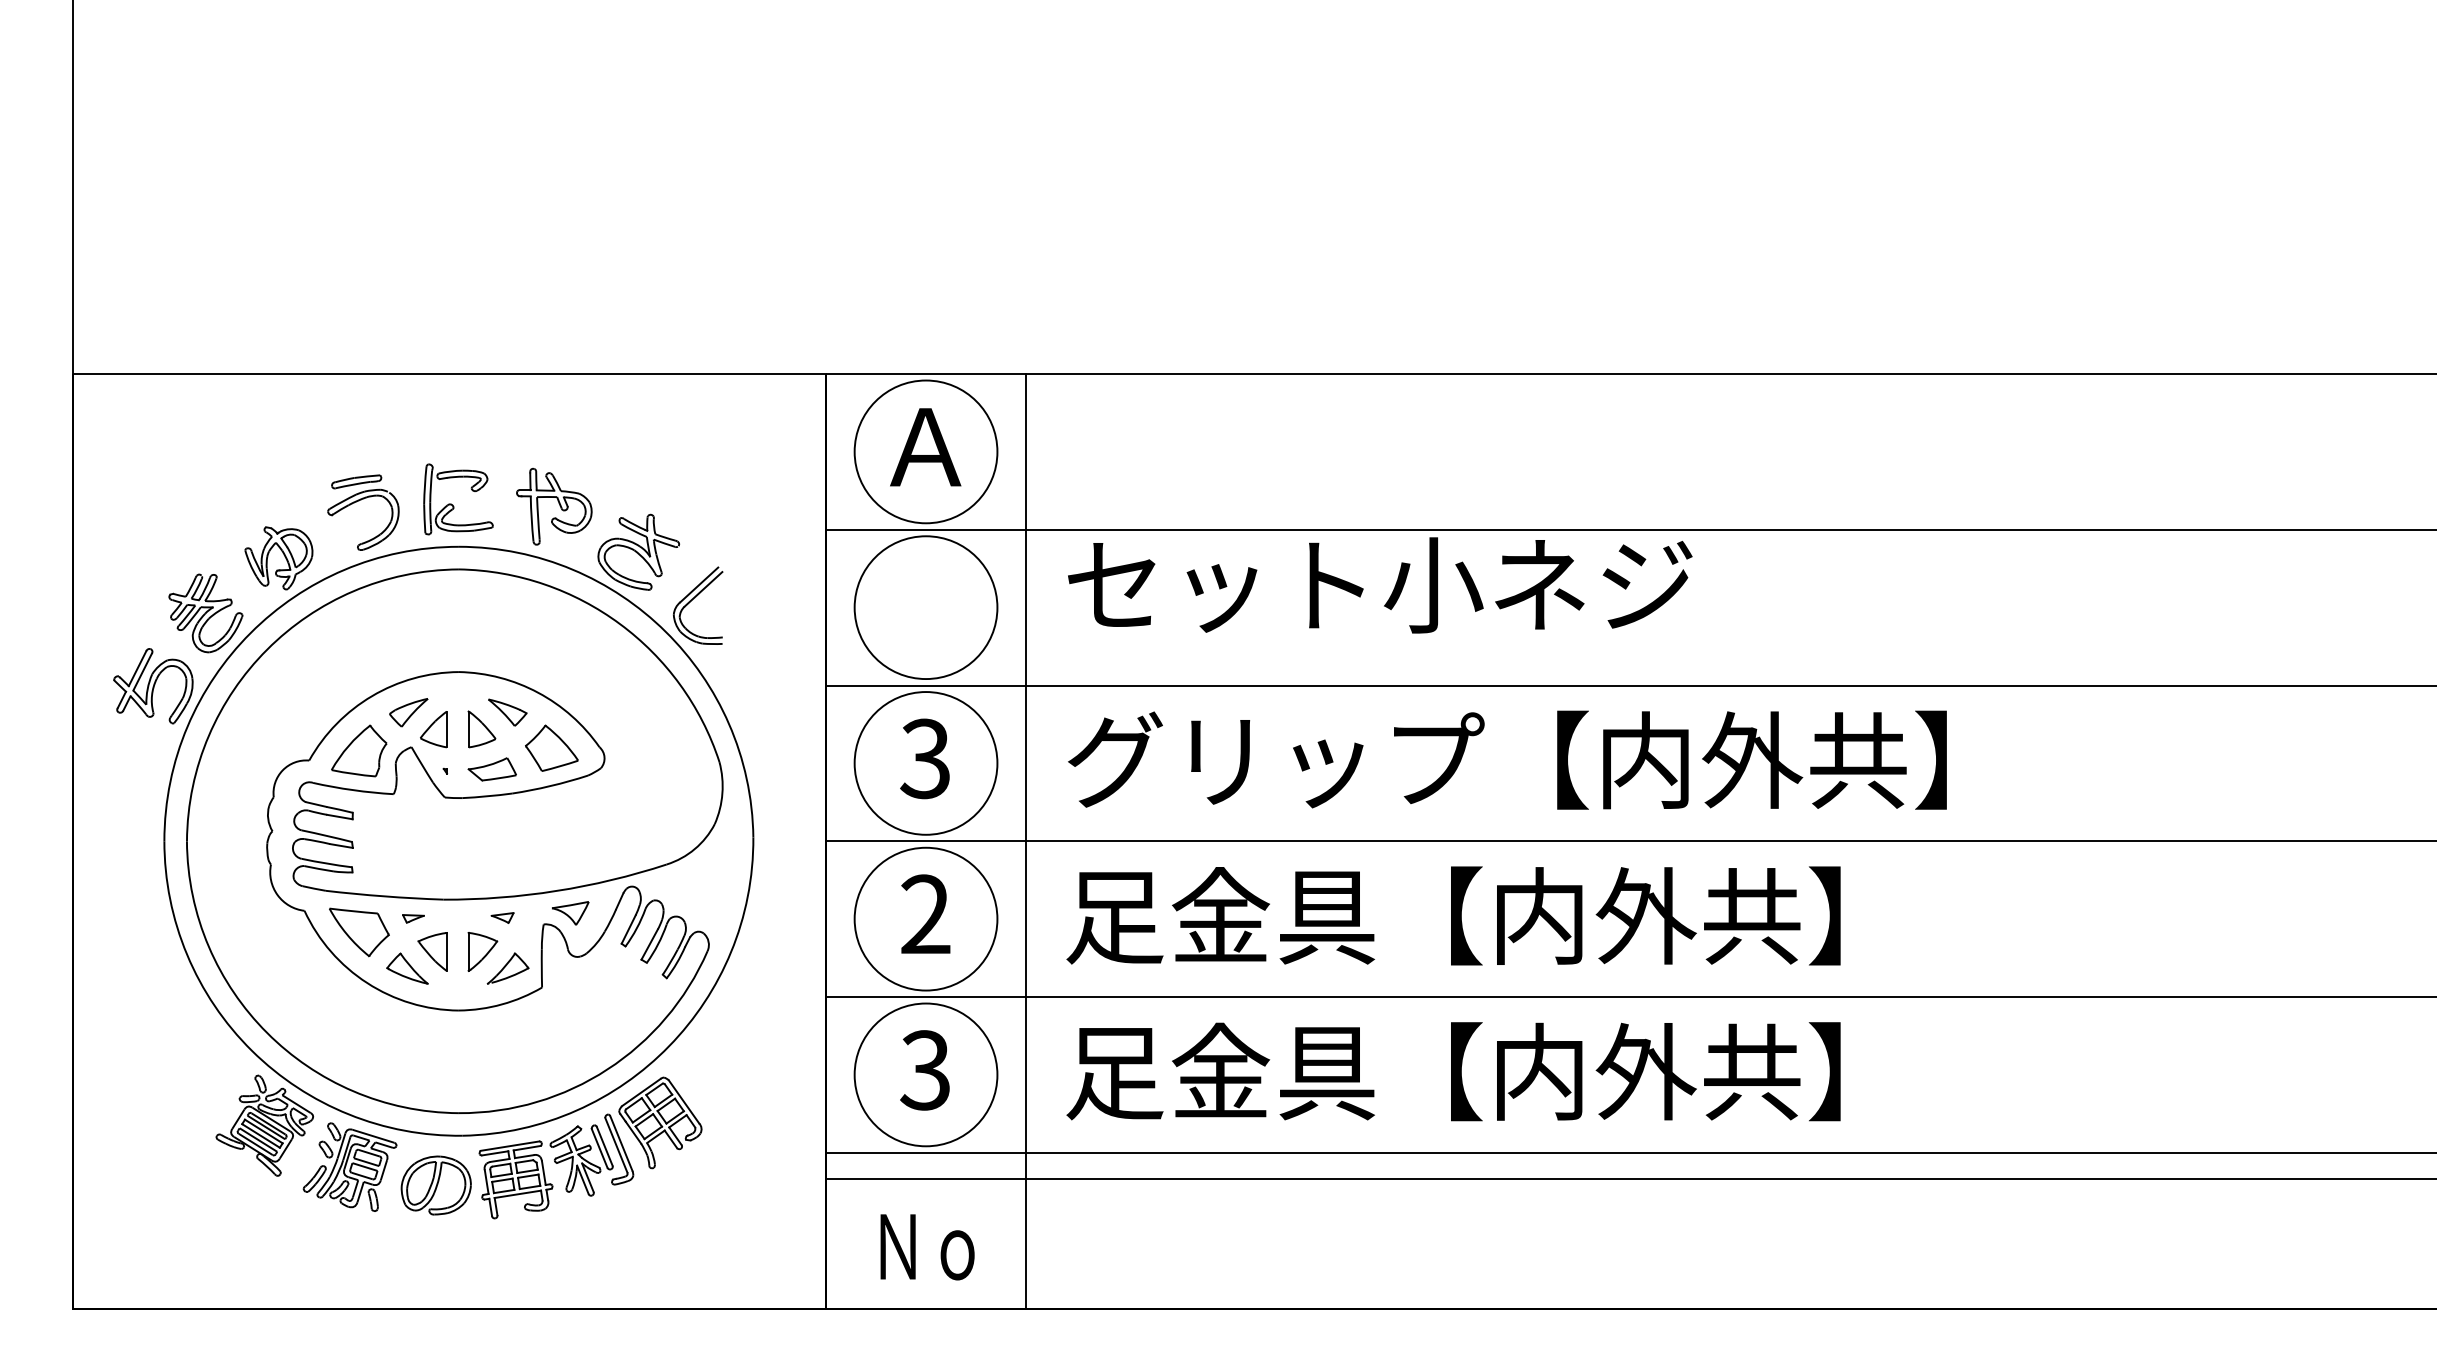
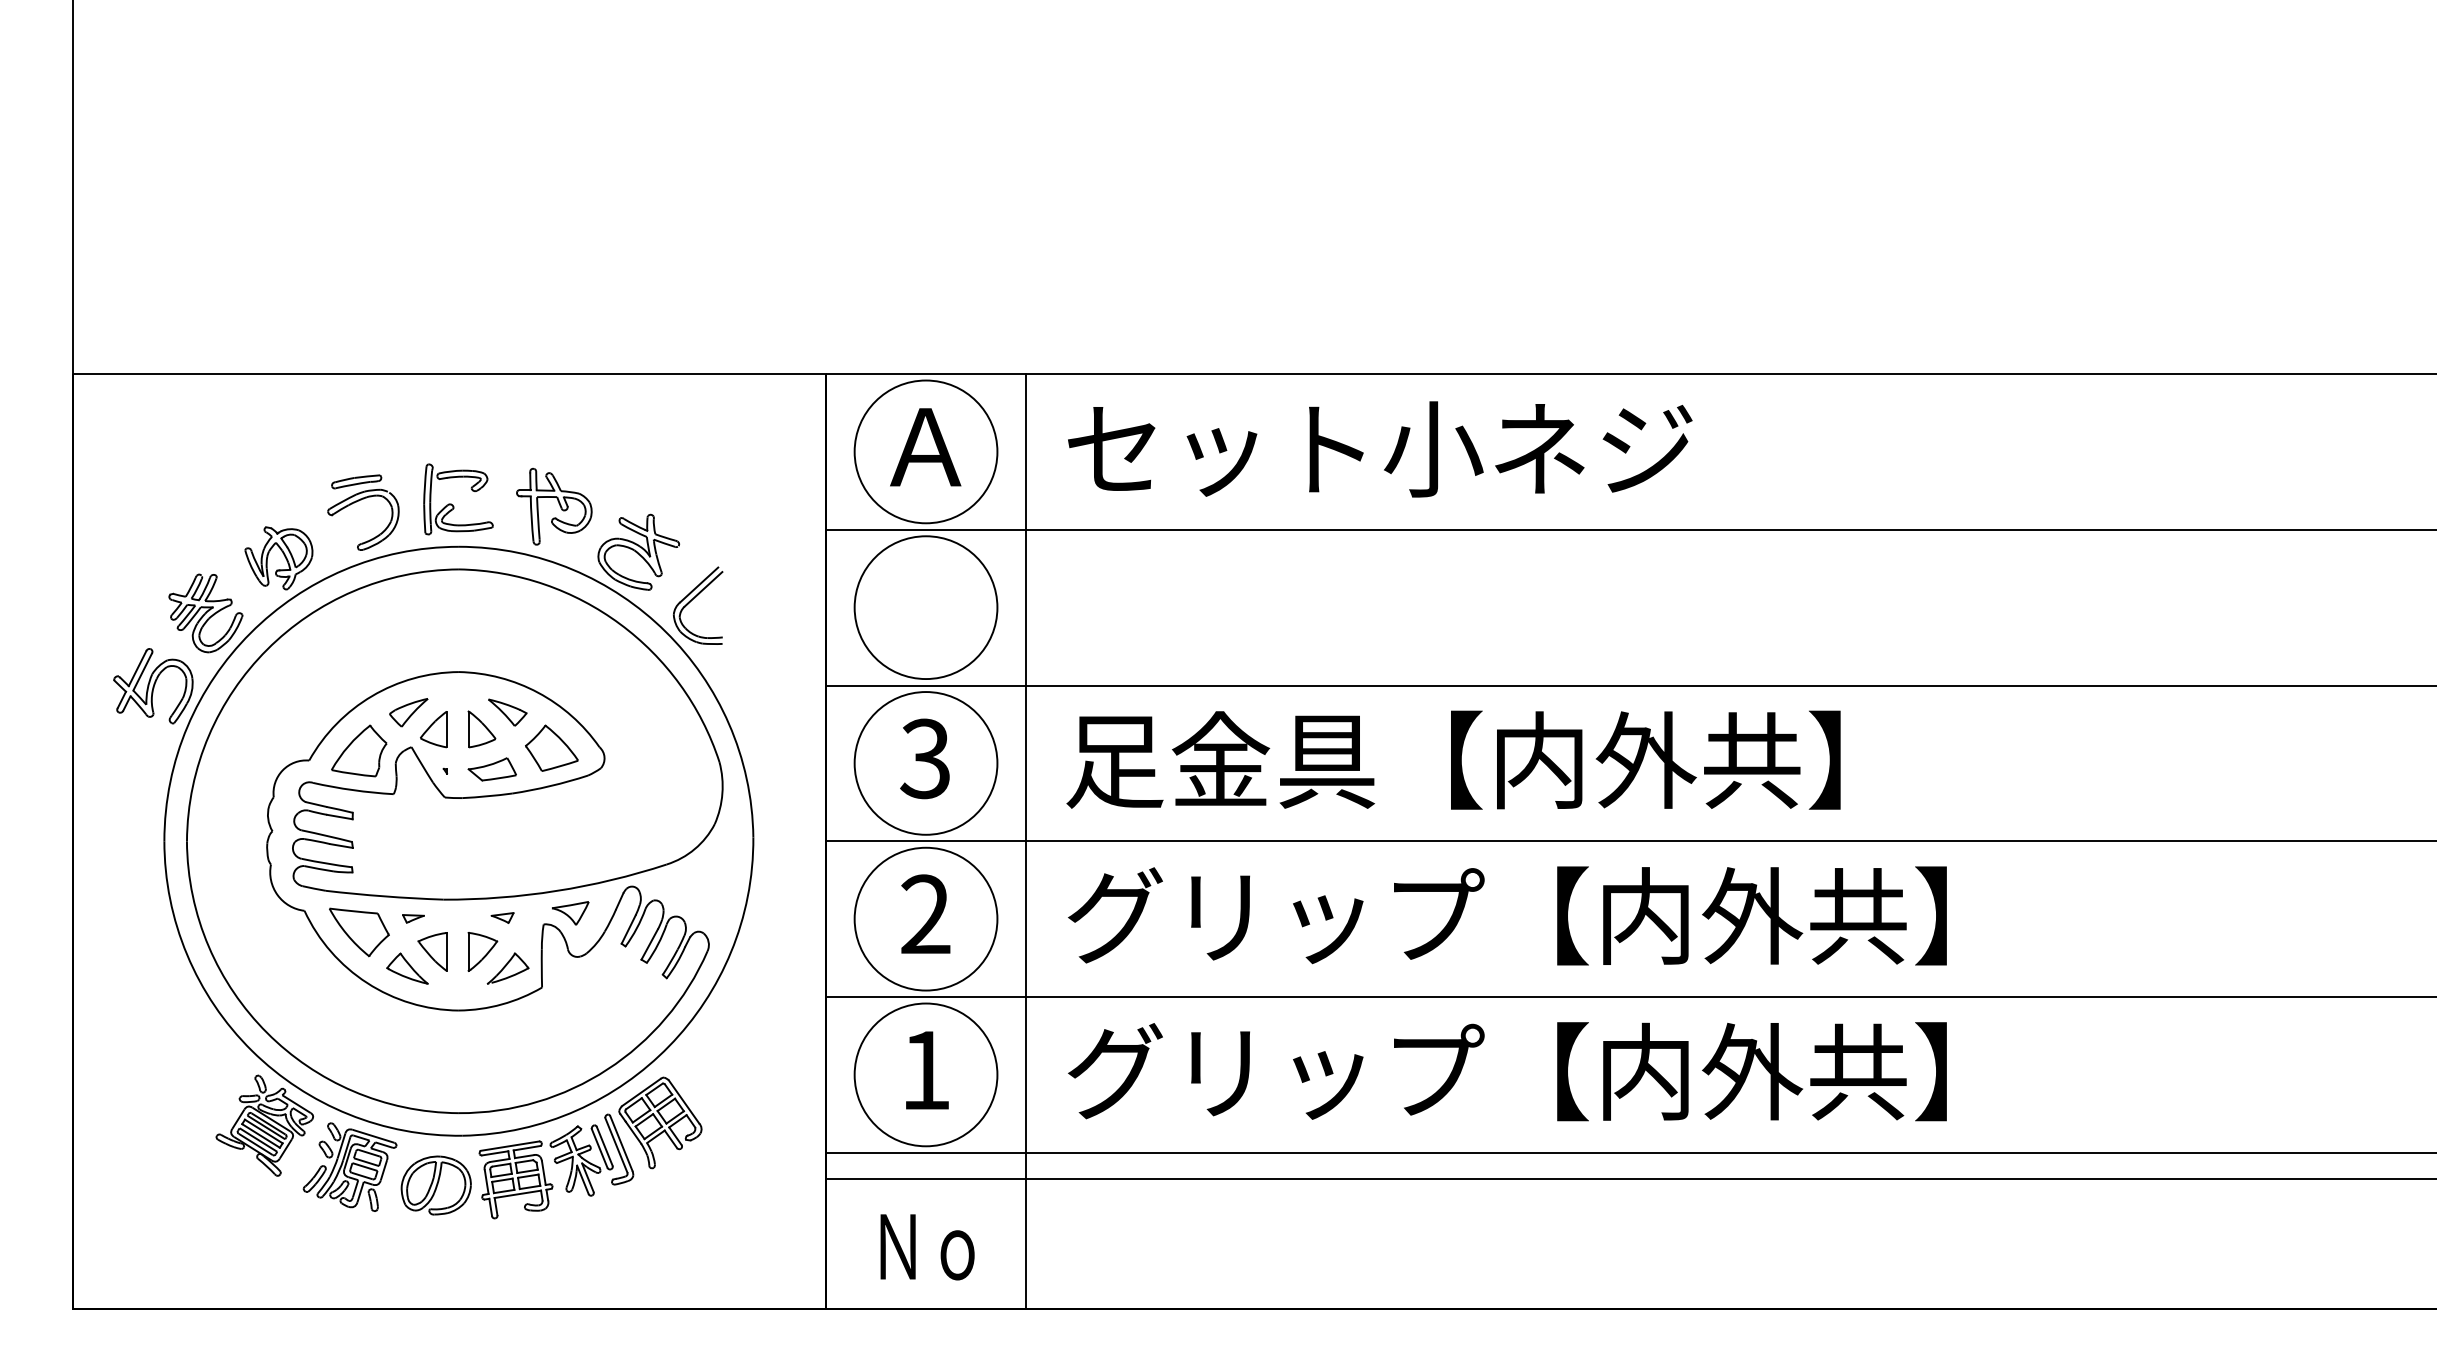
text at (1380, 585) position: (1380, 585) -> (1380, 449)
text at (1506, 759): グリップ【内外共】 -> 足金具【内外共】
text at (1506, 915): 足金具【内外共】 -> グリップ【内外共】
text at (924, 1070): 3 -> 1
text at (1506, 1071): 足金具【内外共】 -> グリップ【内外共】
